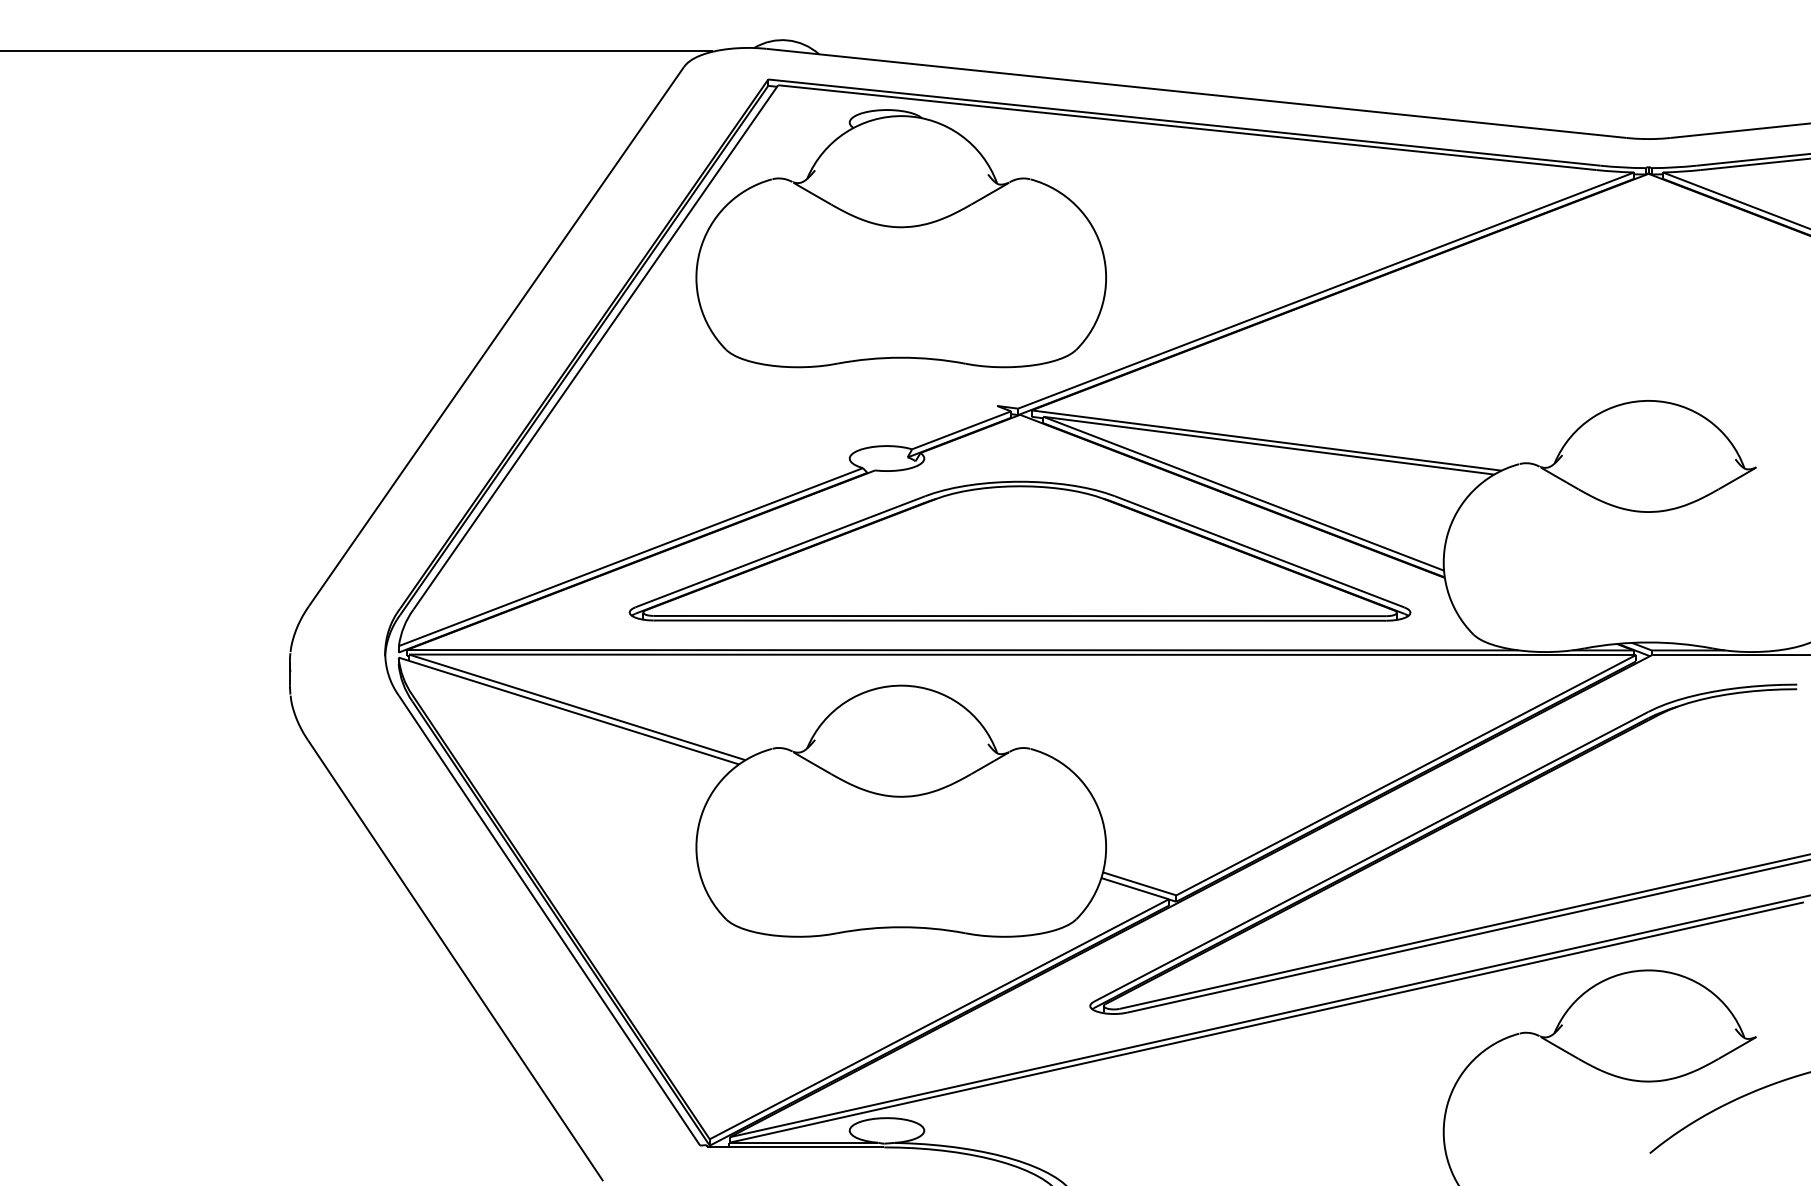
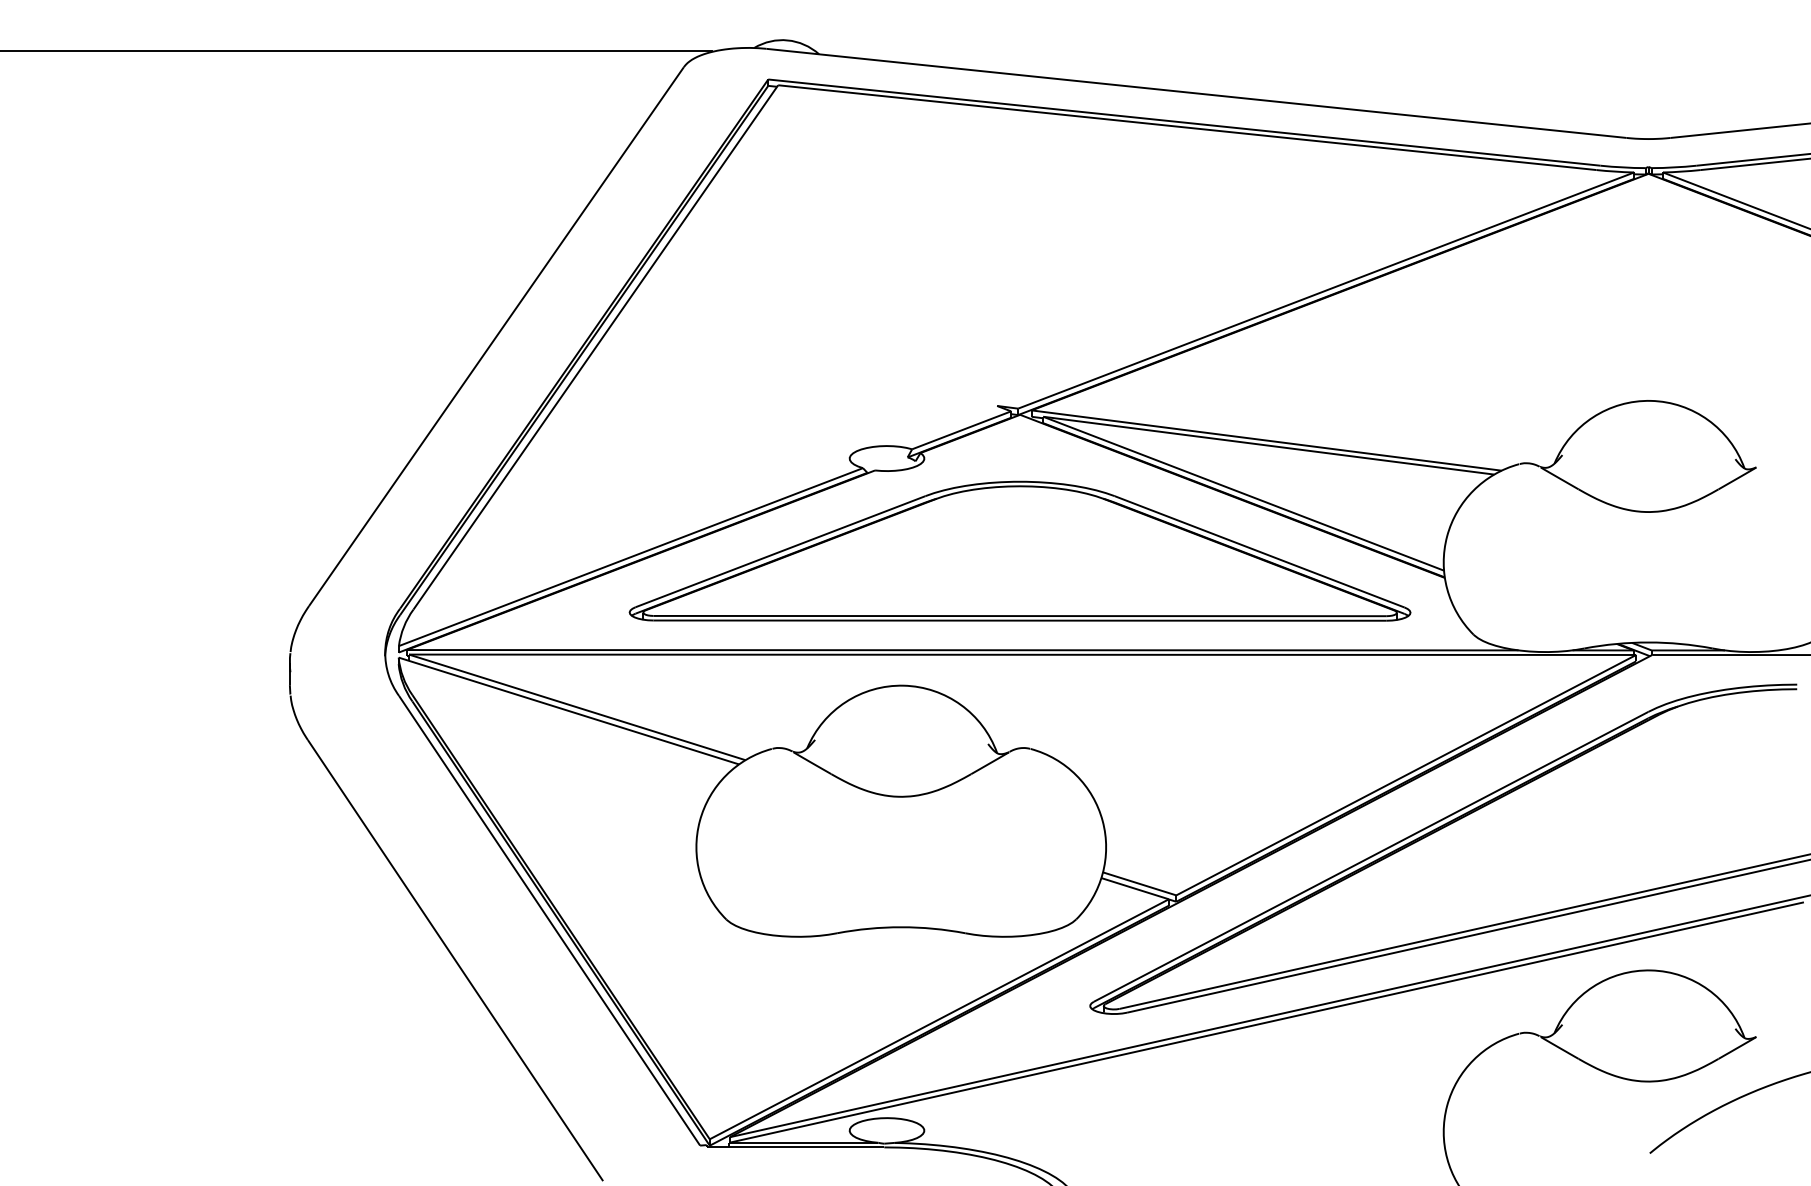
part at (900, 238): present -> none
